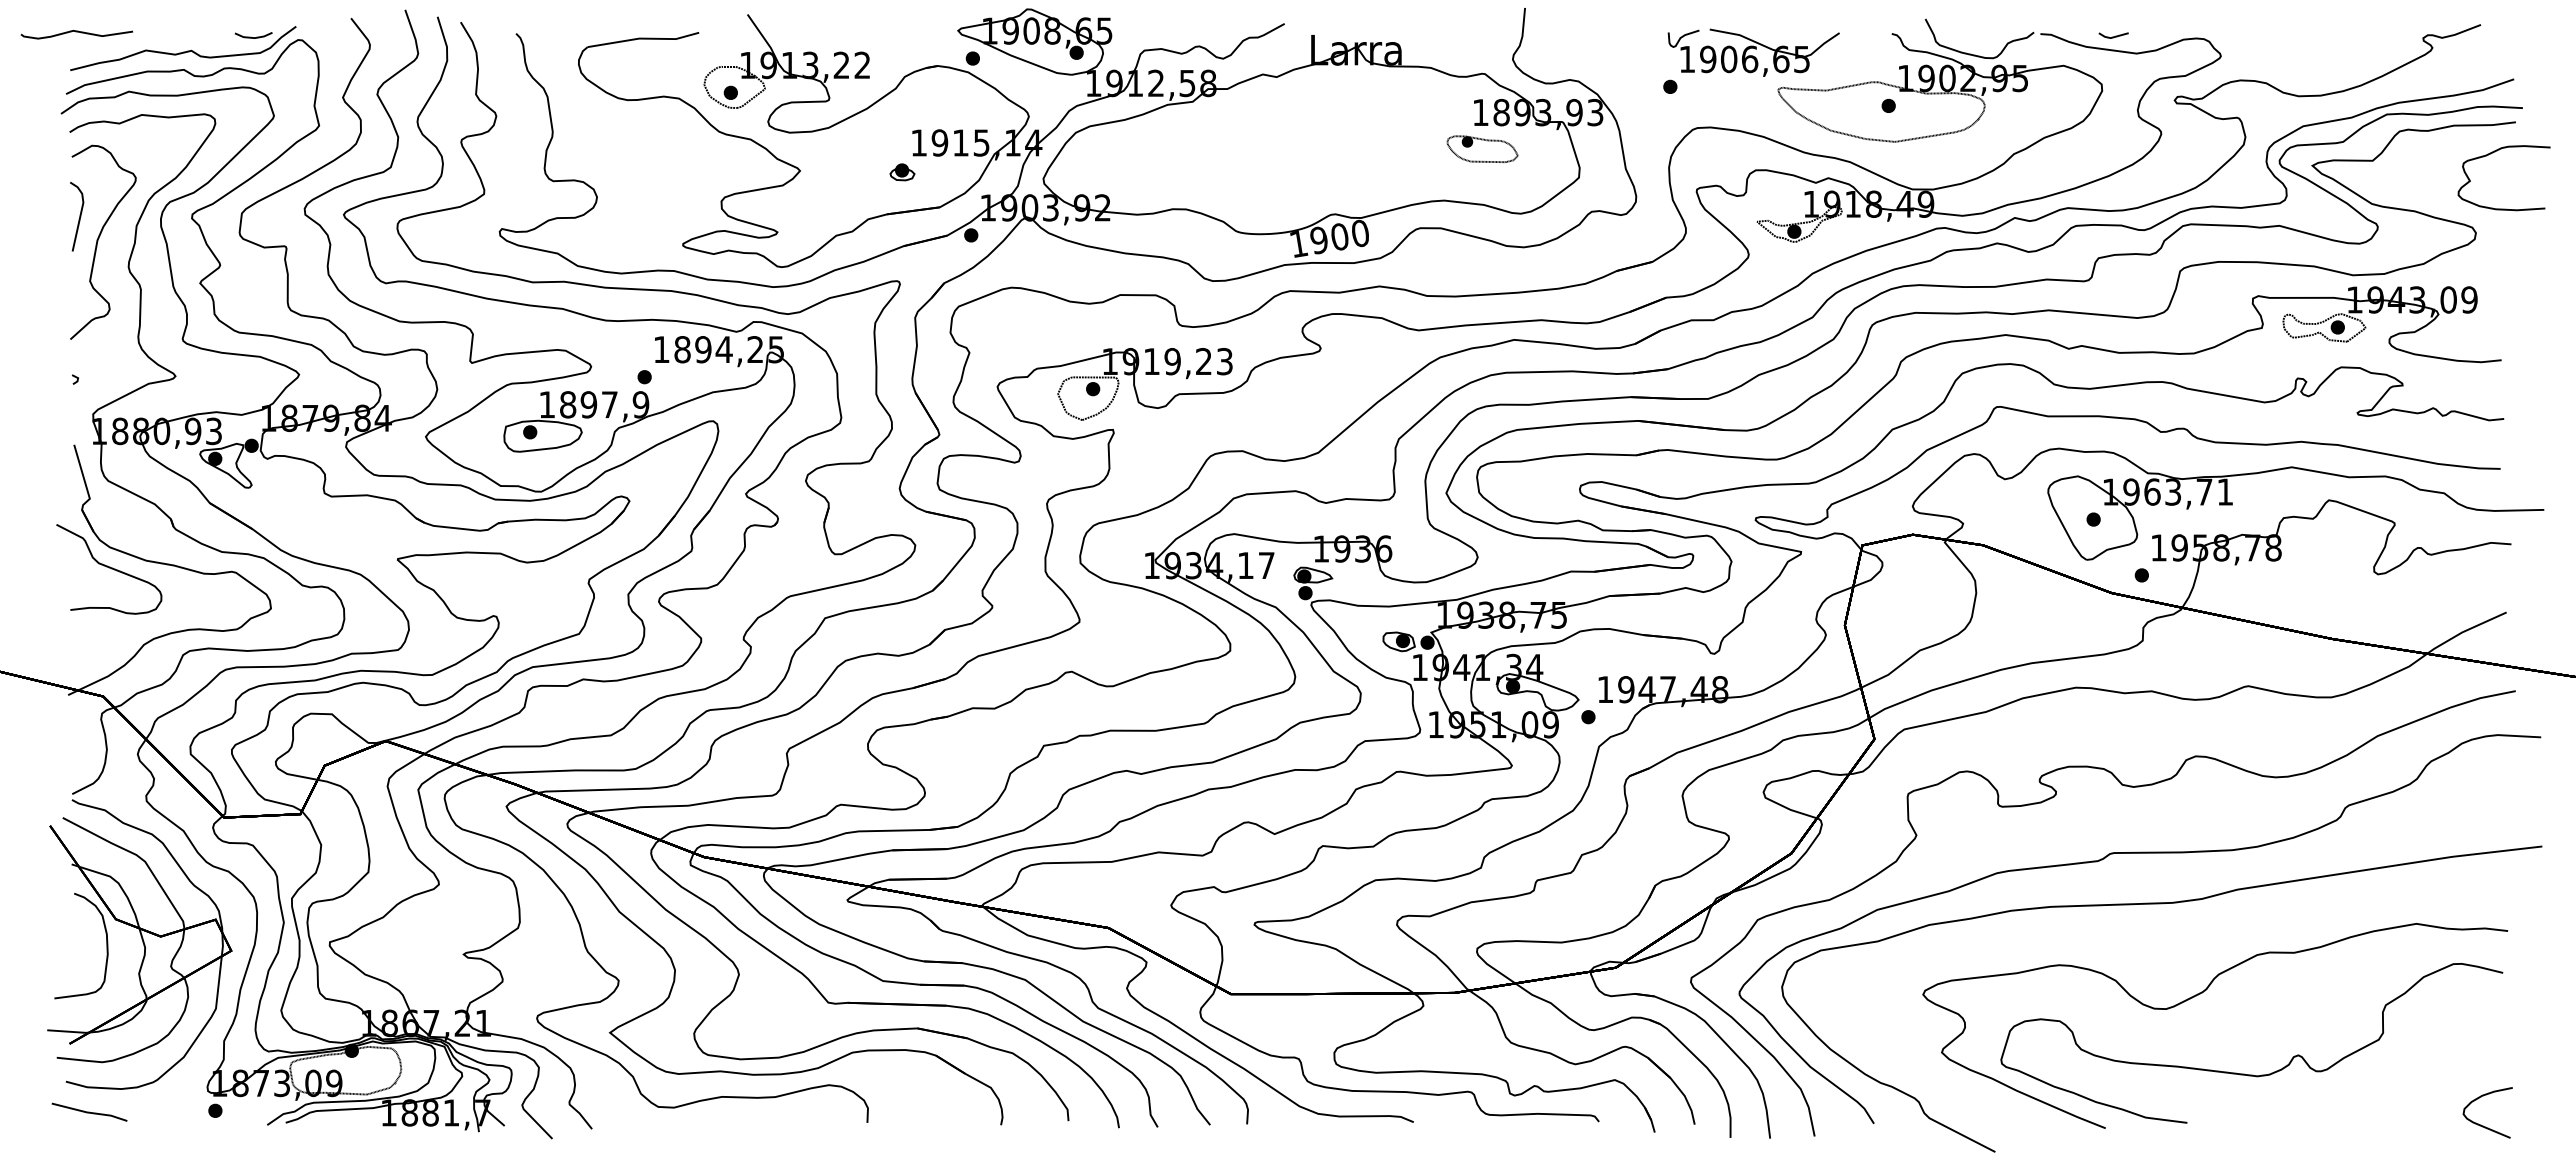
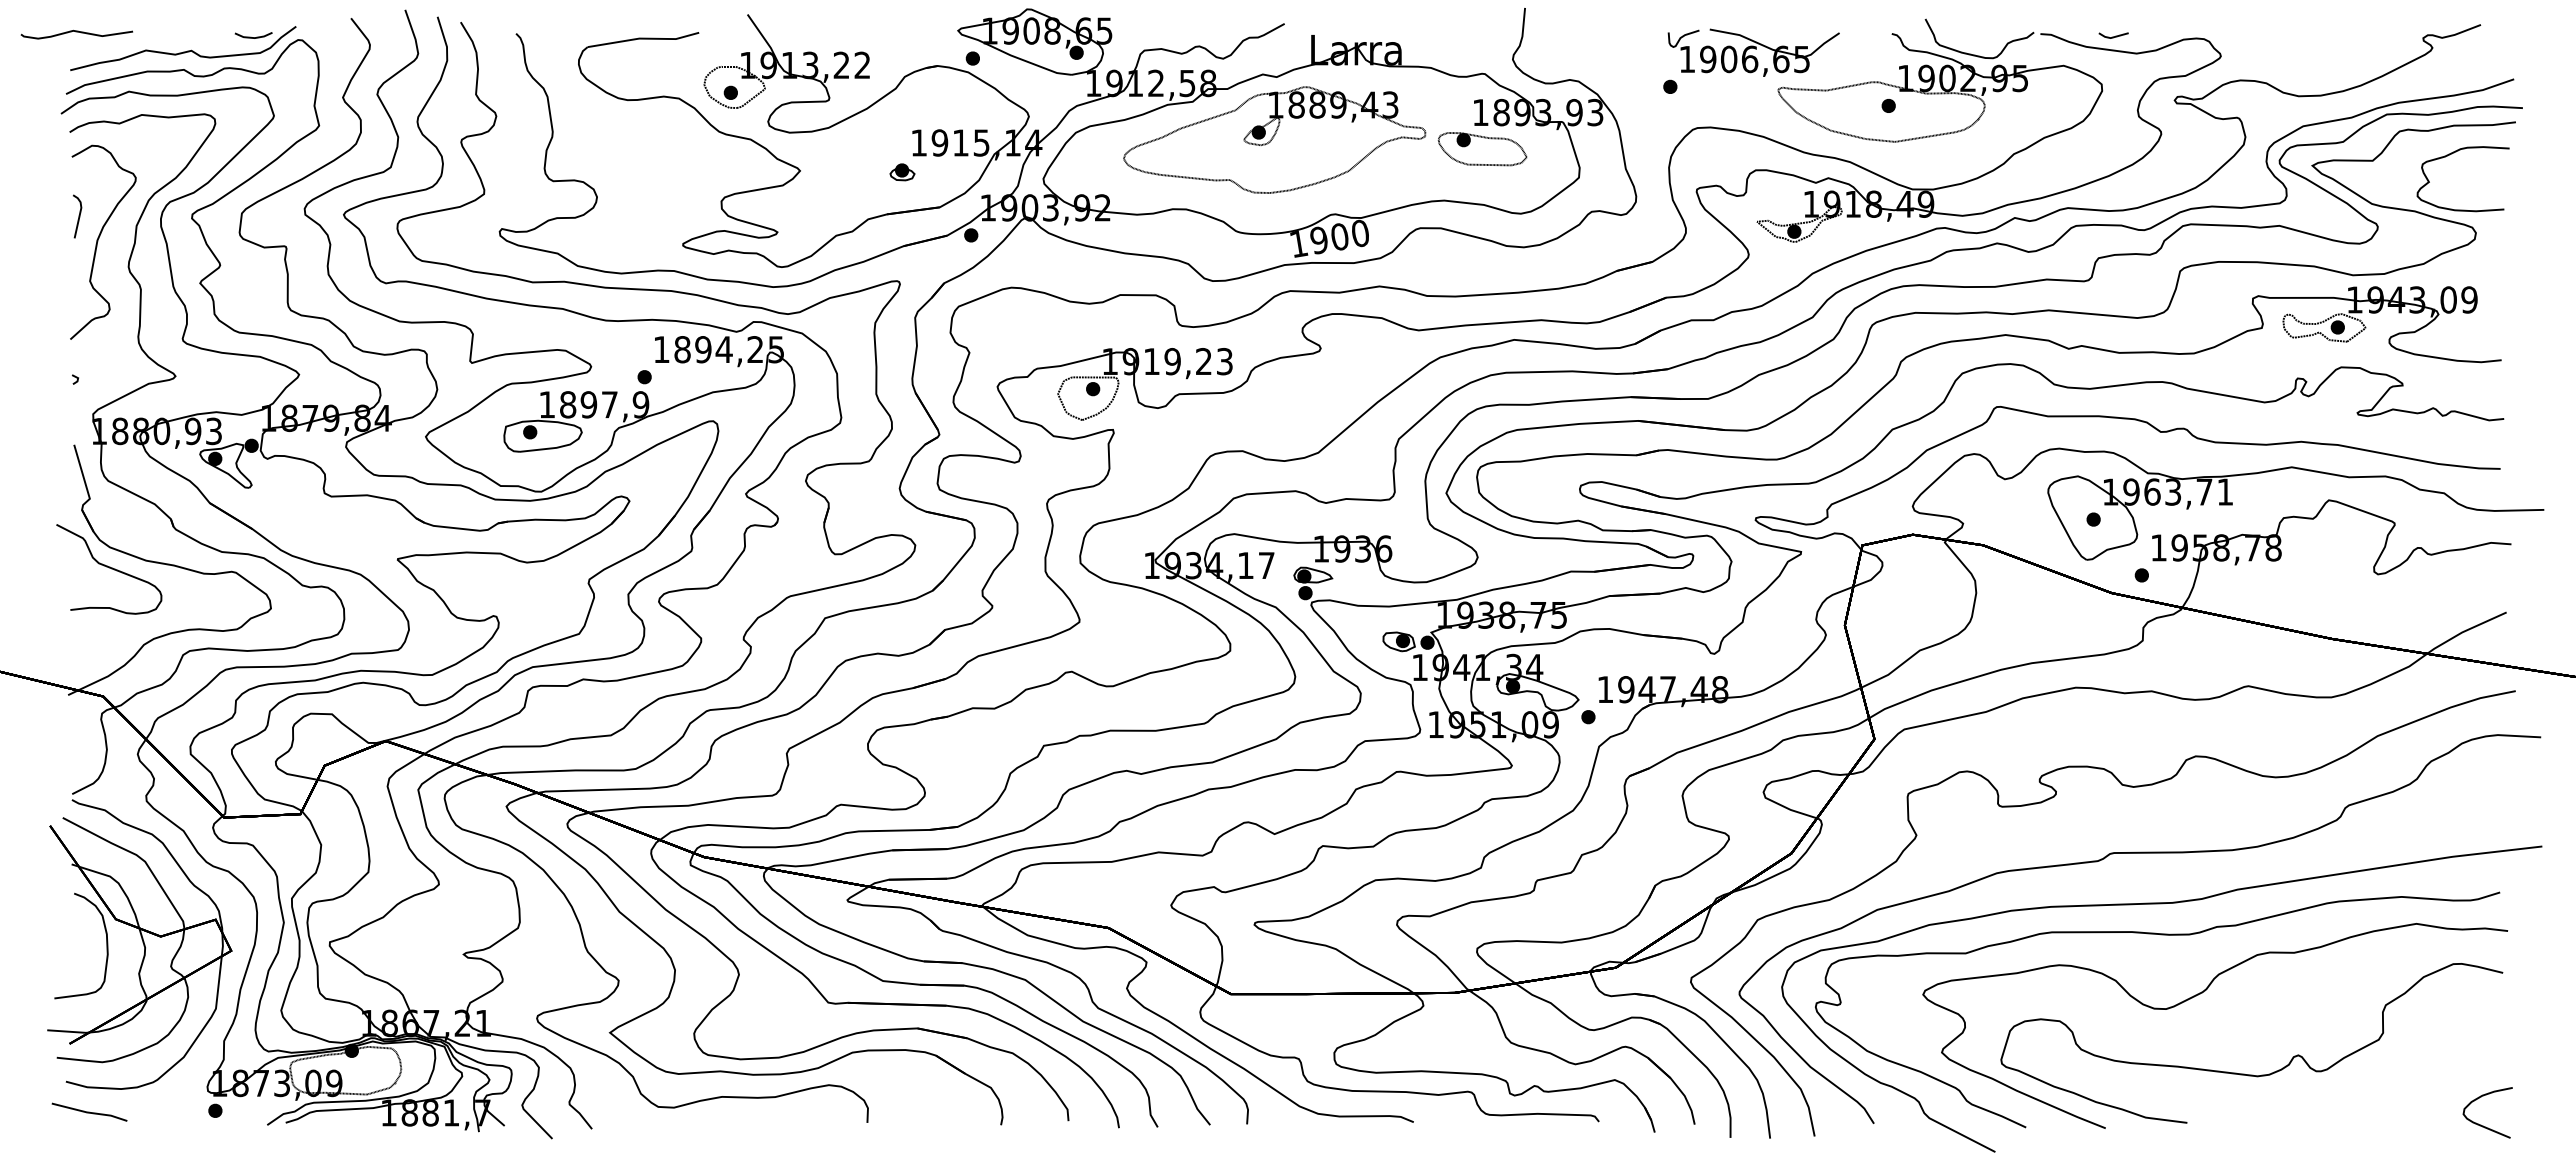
part at (1274, 139): none -> present
part at (1482, 148) size: 73x28 px -> 91x35 px
curve at (2493, 153) position: (2493, 153) -> (2452, 154)
part at (77, 216) size: 15x71 px -> 10x45 px
part at (2160, 935): none -> present
